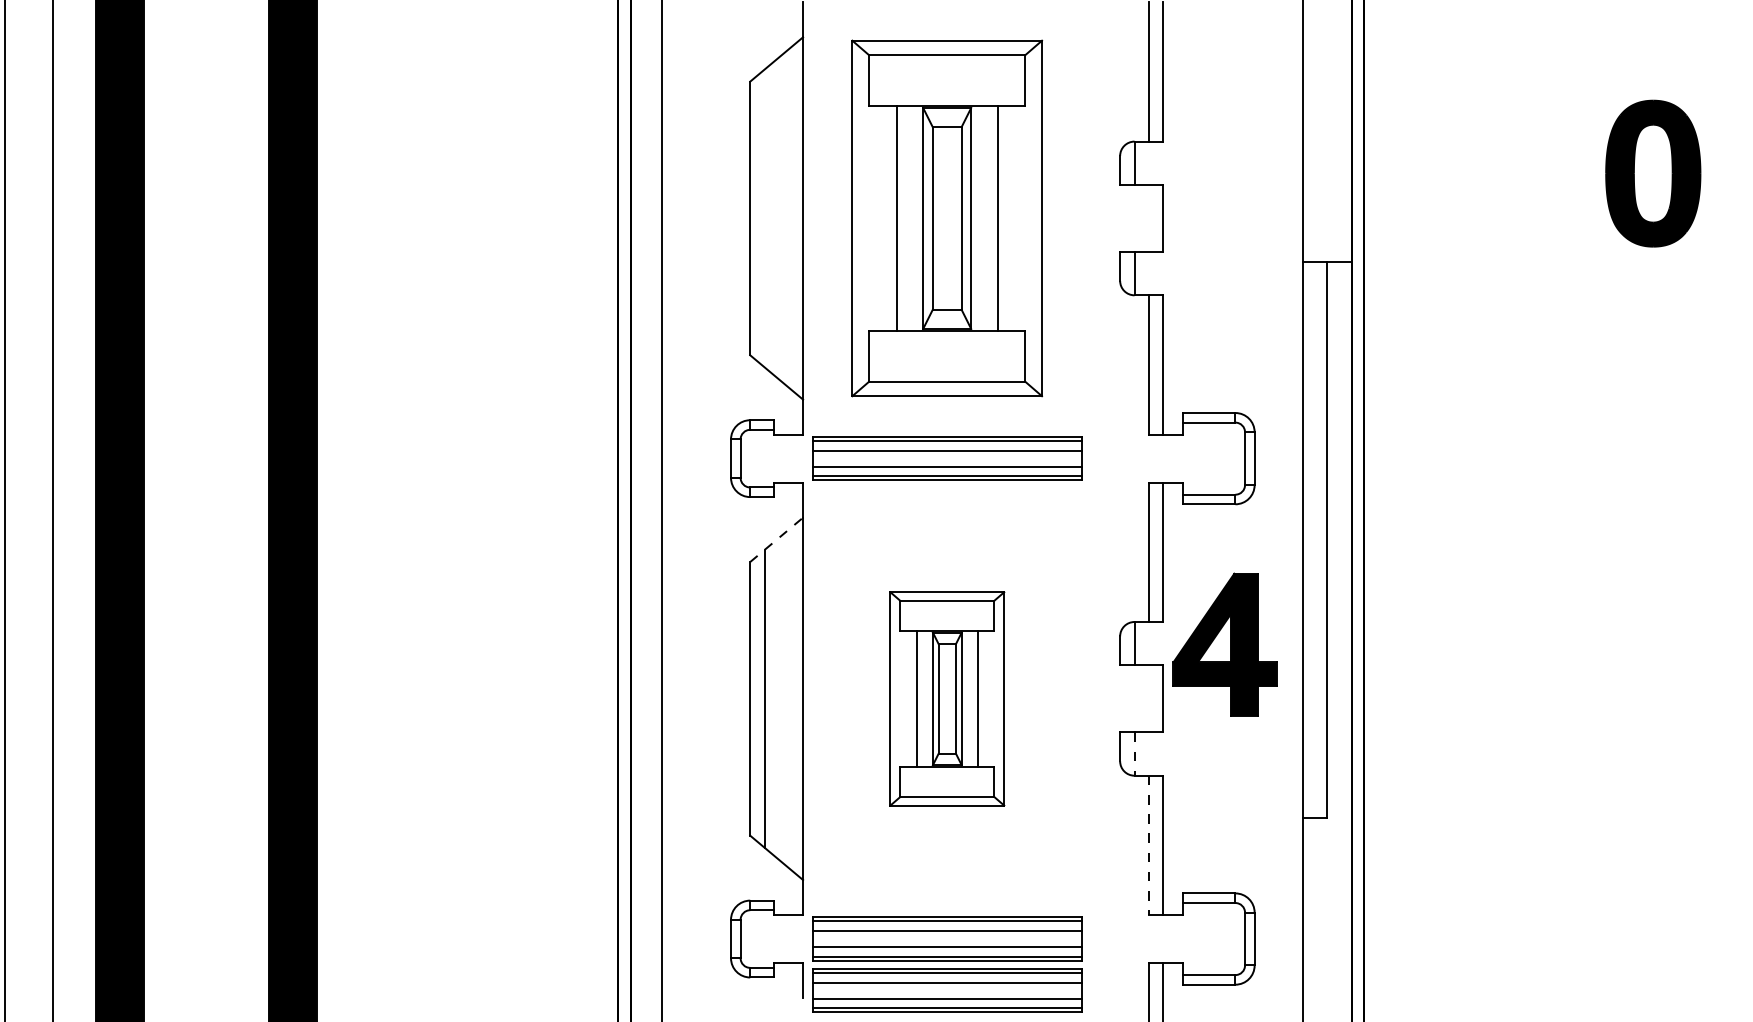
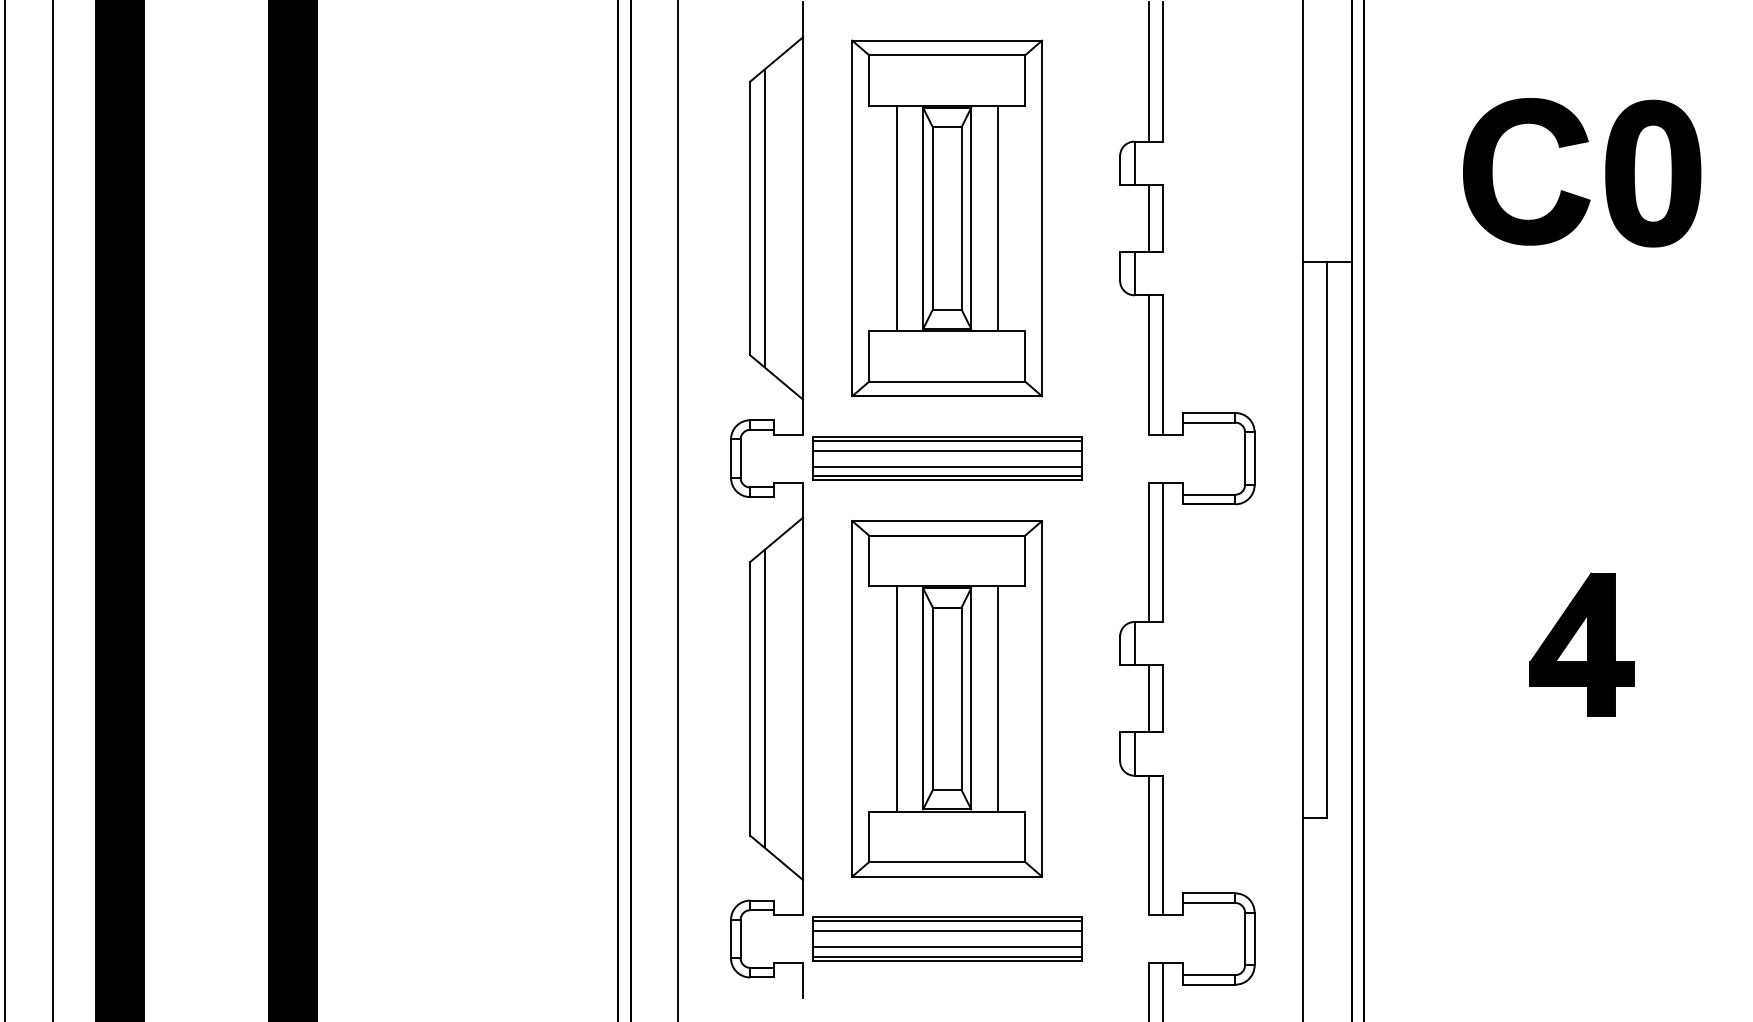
part at (1492, 171): none -> present
line at (764, 218): none -> present
line at (1148, 218): none -> present
line at (662, 510) position: (662, 510) -> (678, 510)
line at (777, 539): dashed -> solid
part at (1224, 644) position: (1224, 644) -> (1581, 644)
part at (947, 698) size: 117x216 px -> 193x358 px
line at (1148, 698): none -> present
line at (1134, 754): dashed -> solid
line at (1148, 845): dashed -> solid
part at (947, 990): present -> none
